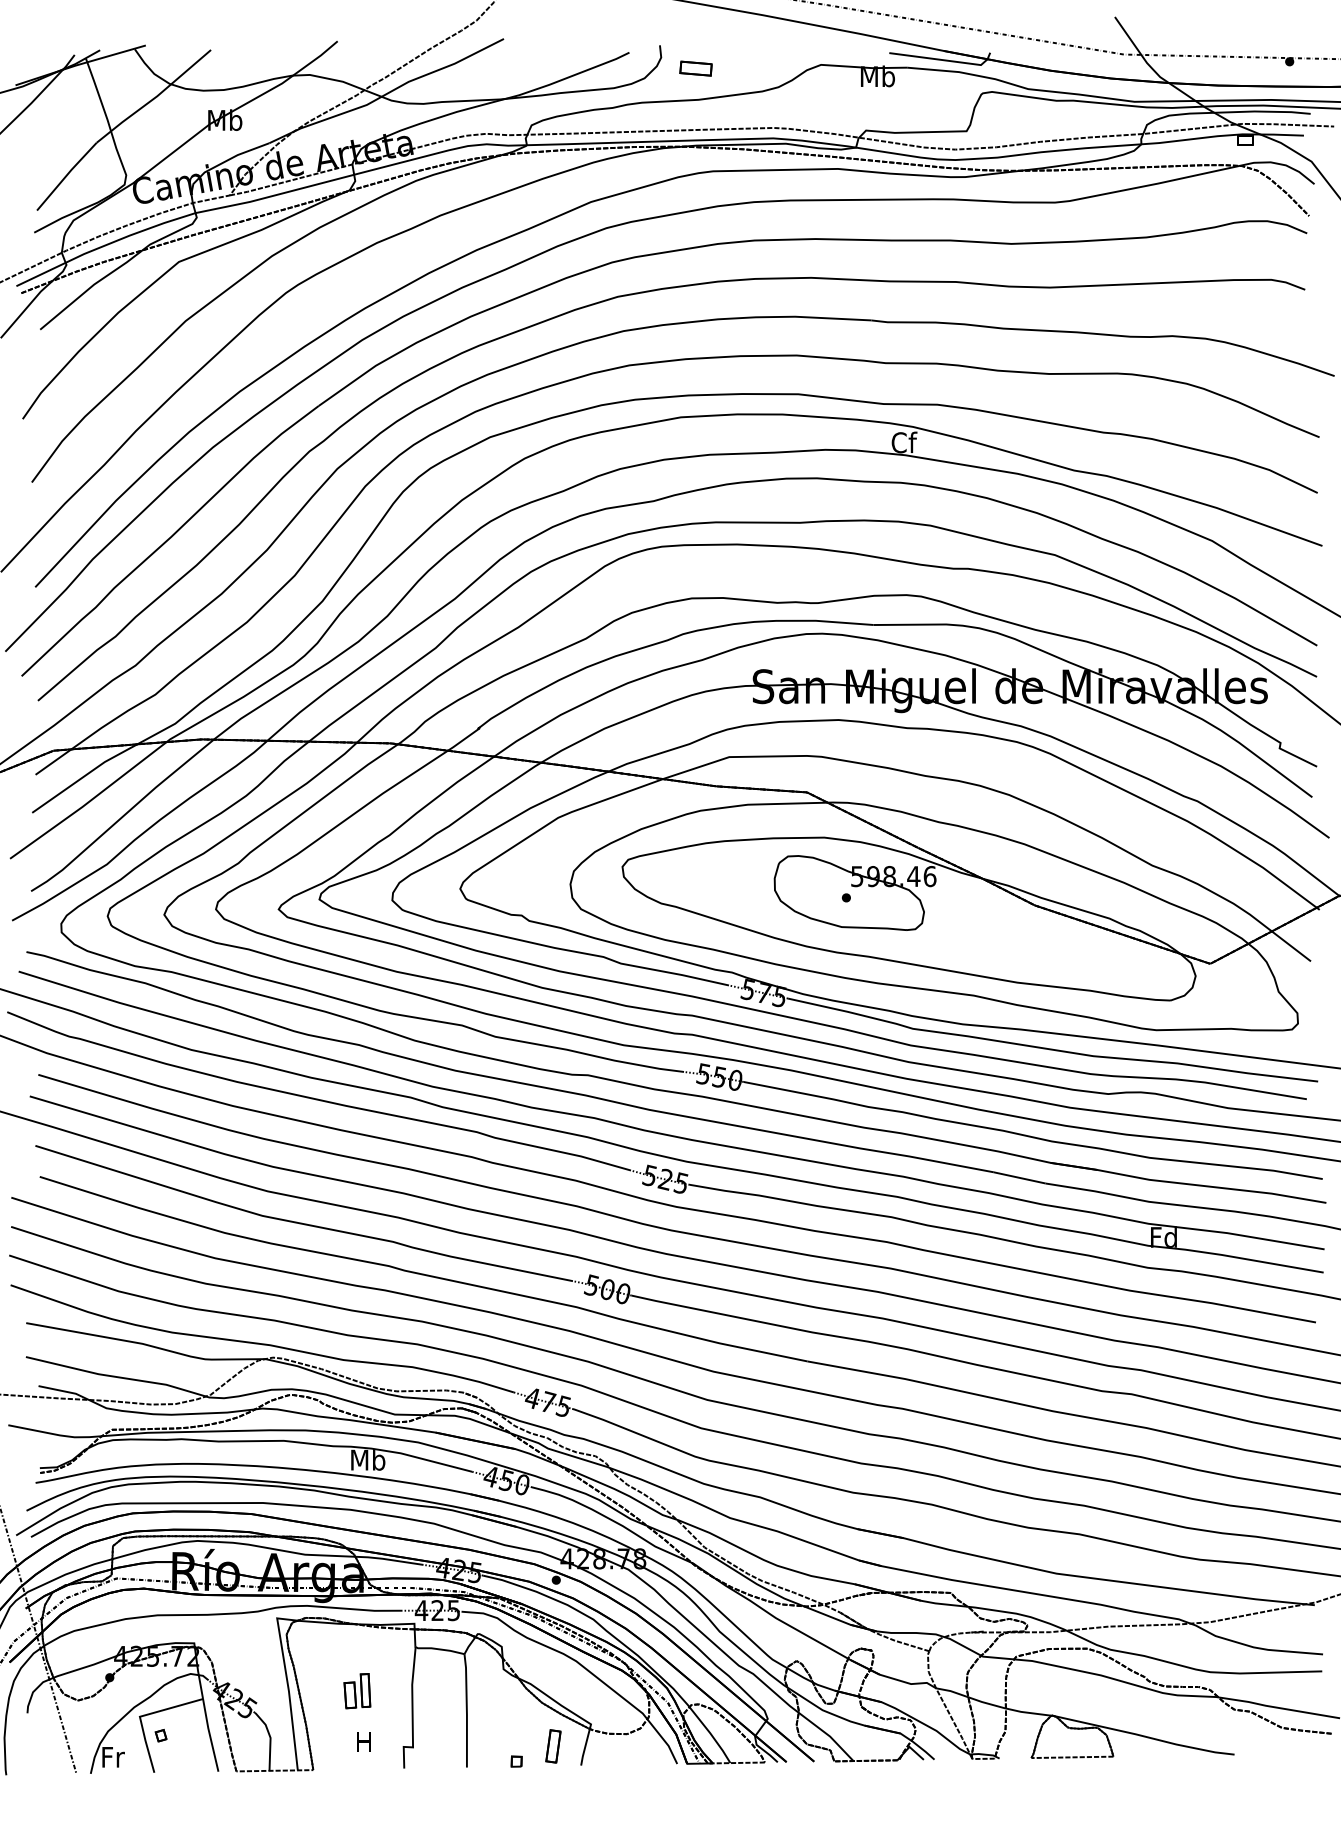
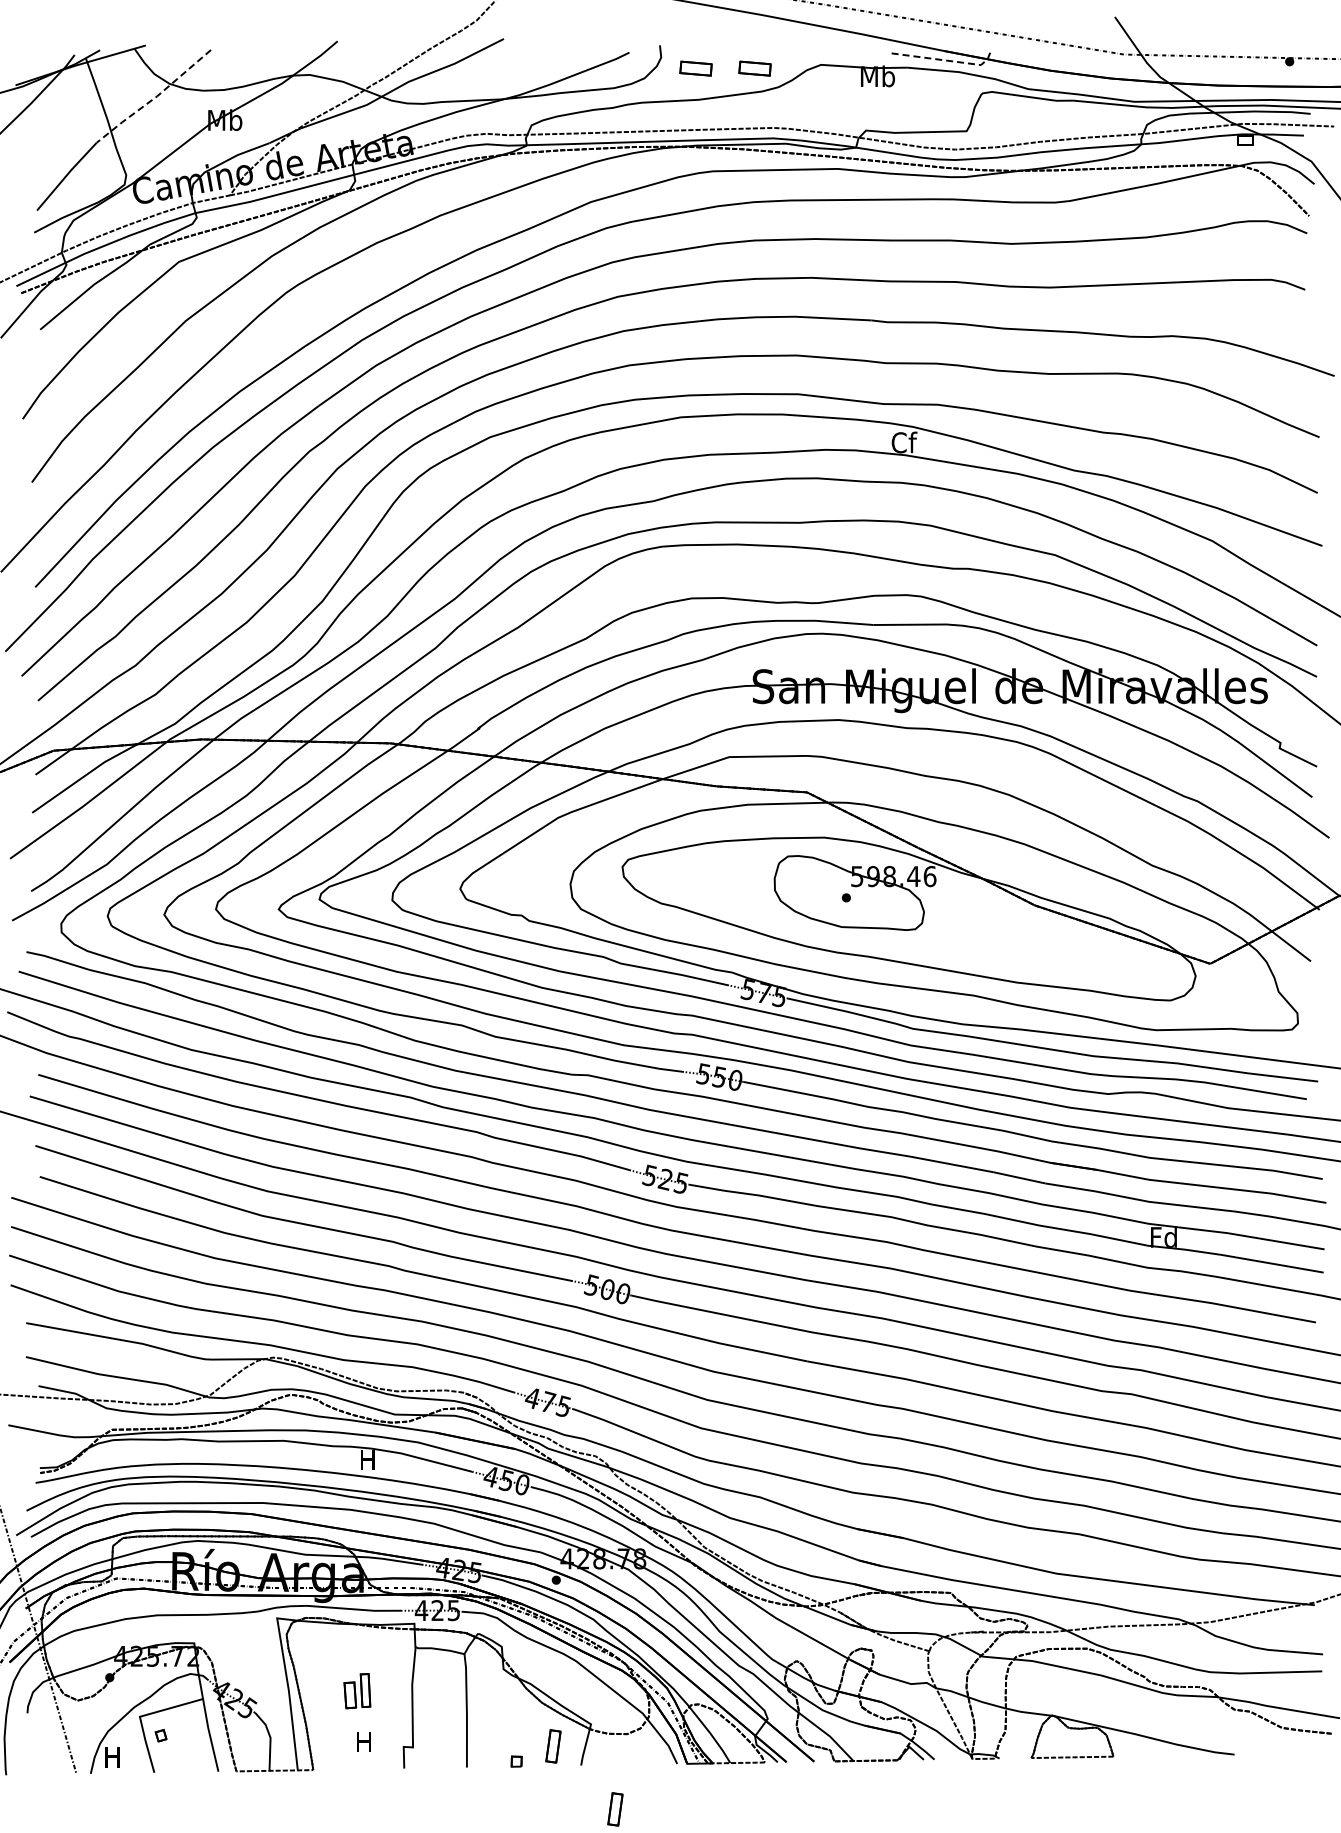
line at (944, 60): solid -> dashed
part at (754, 68): none -> present
line at (154, 98): solid -> dashed
text at (368, 1459): Mb -> H
text at (113, 1757): Fr -> H
part at (615, 1809): none -> present
